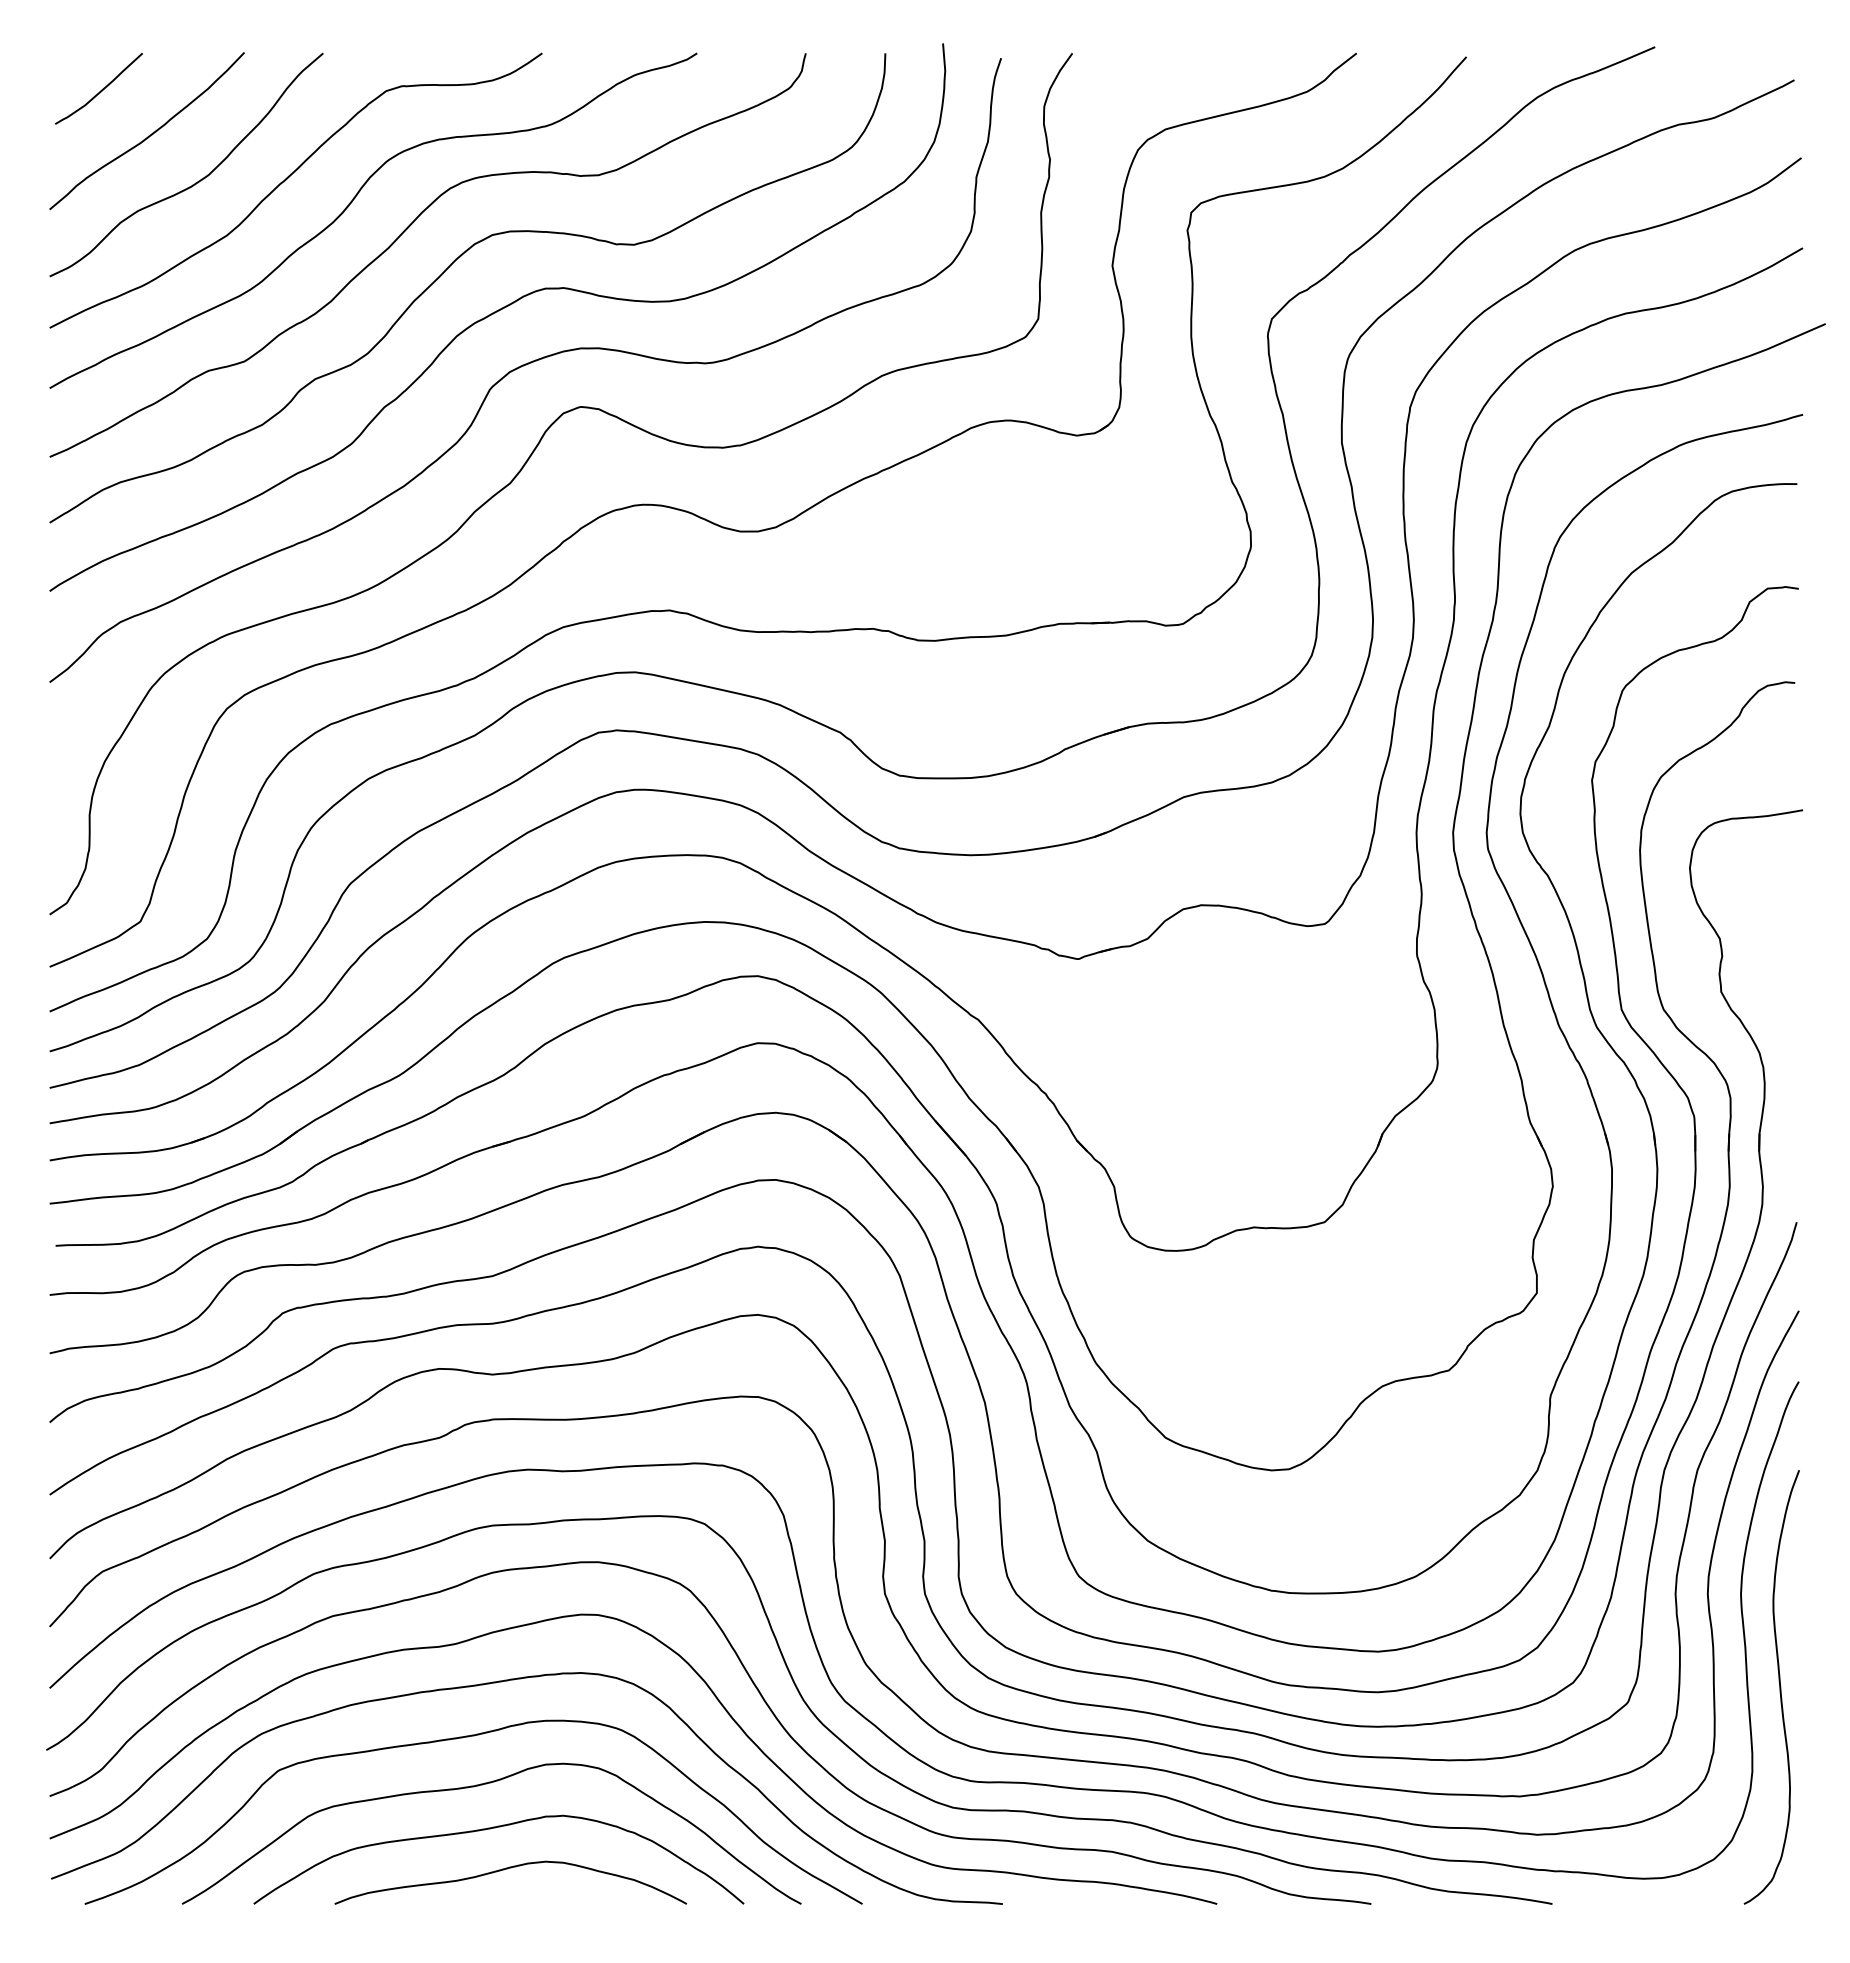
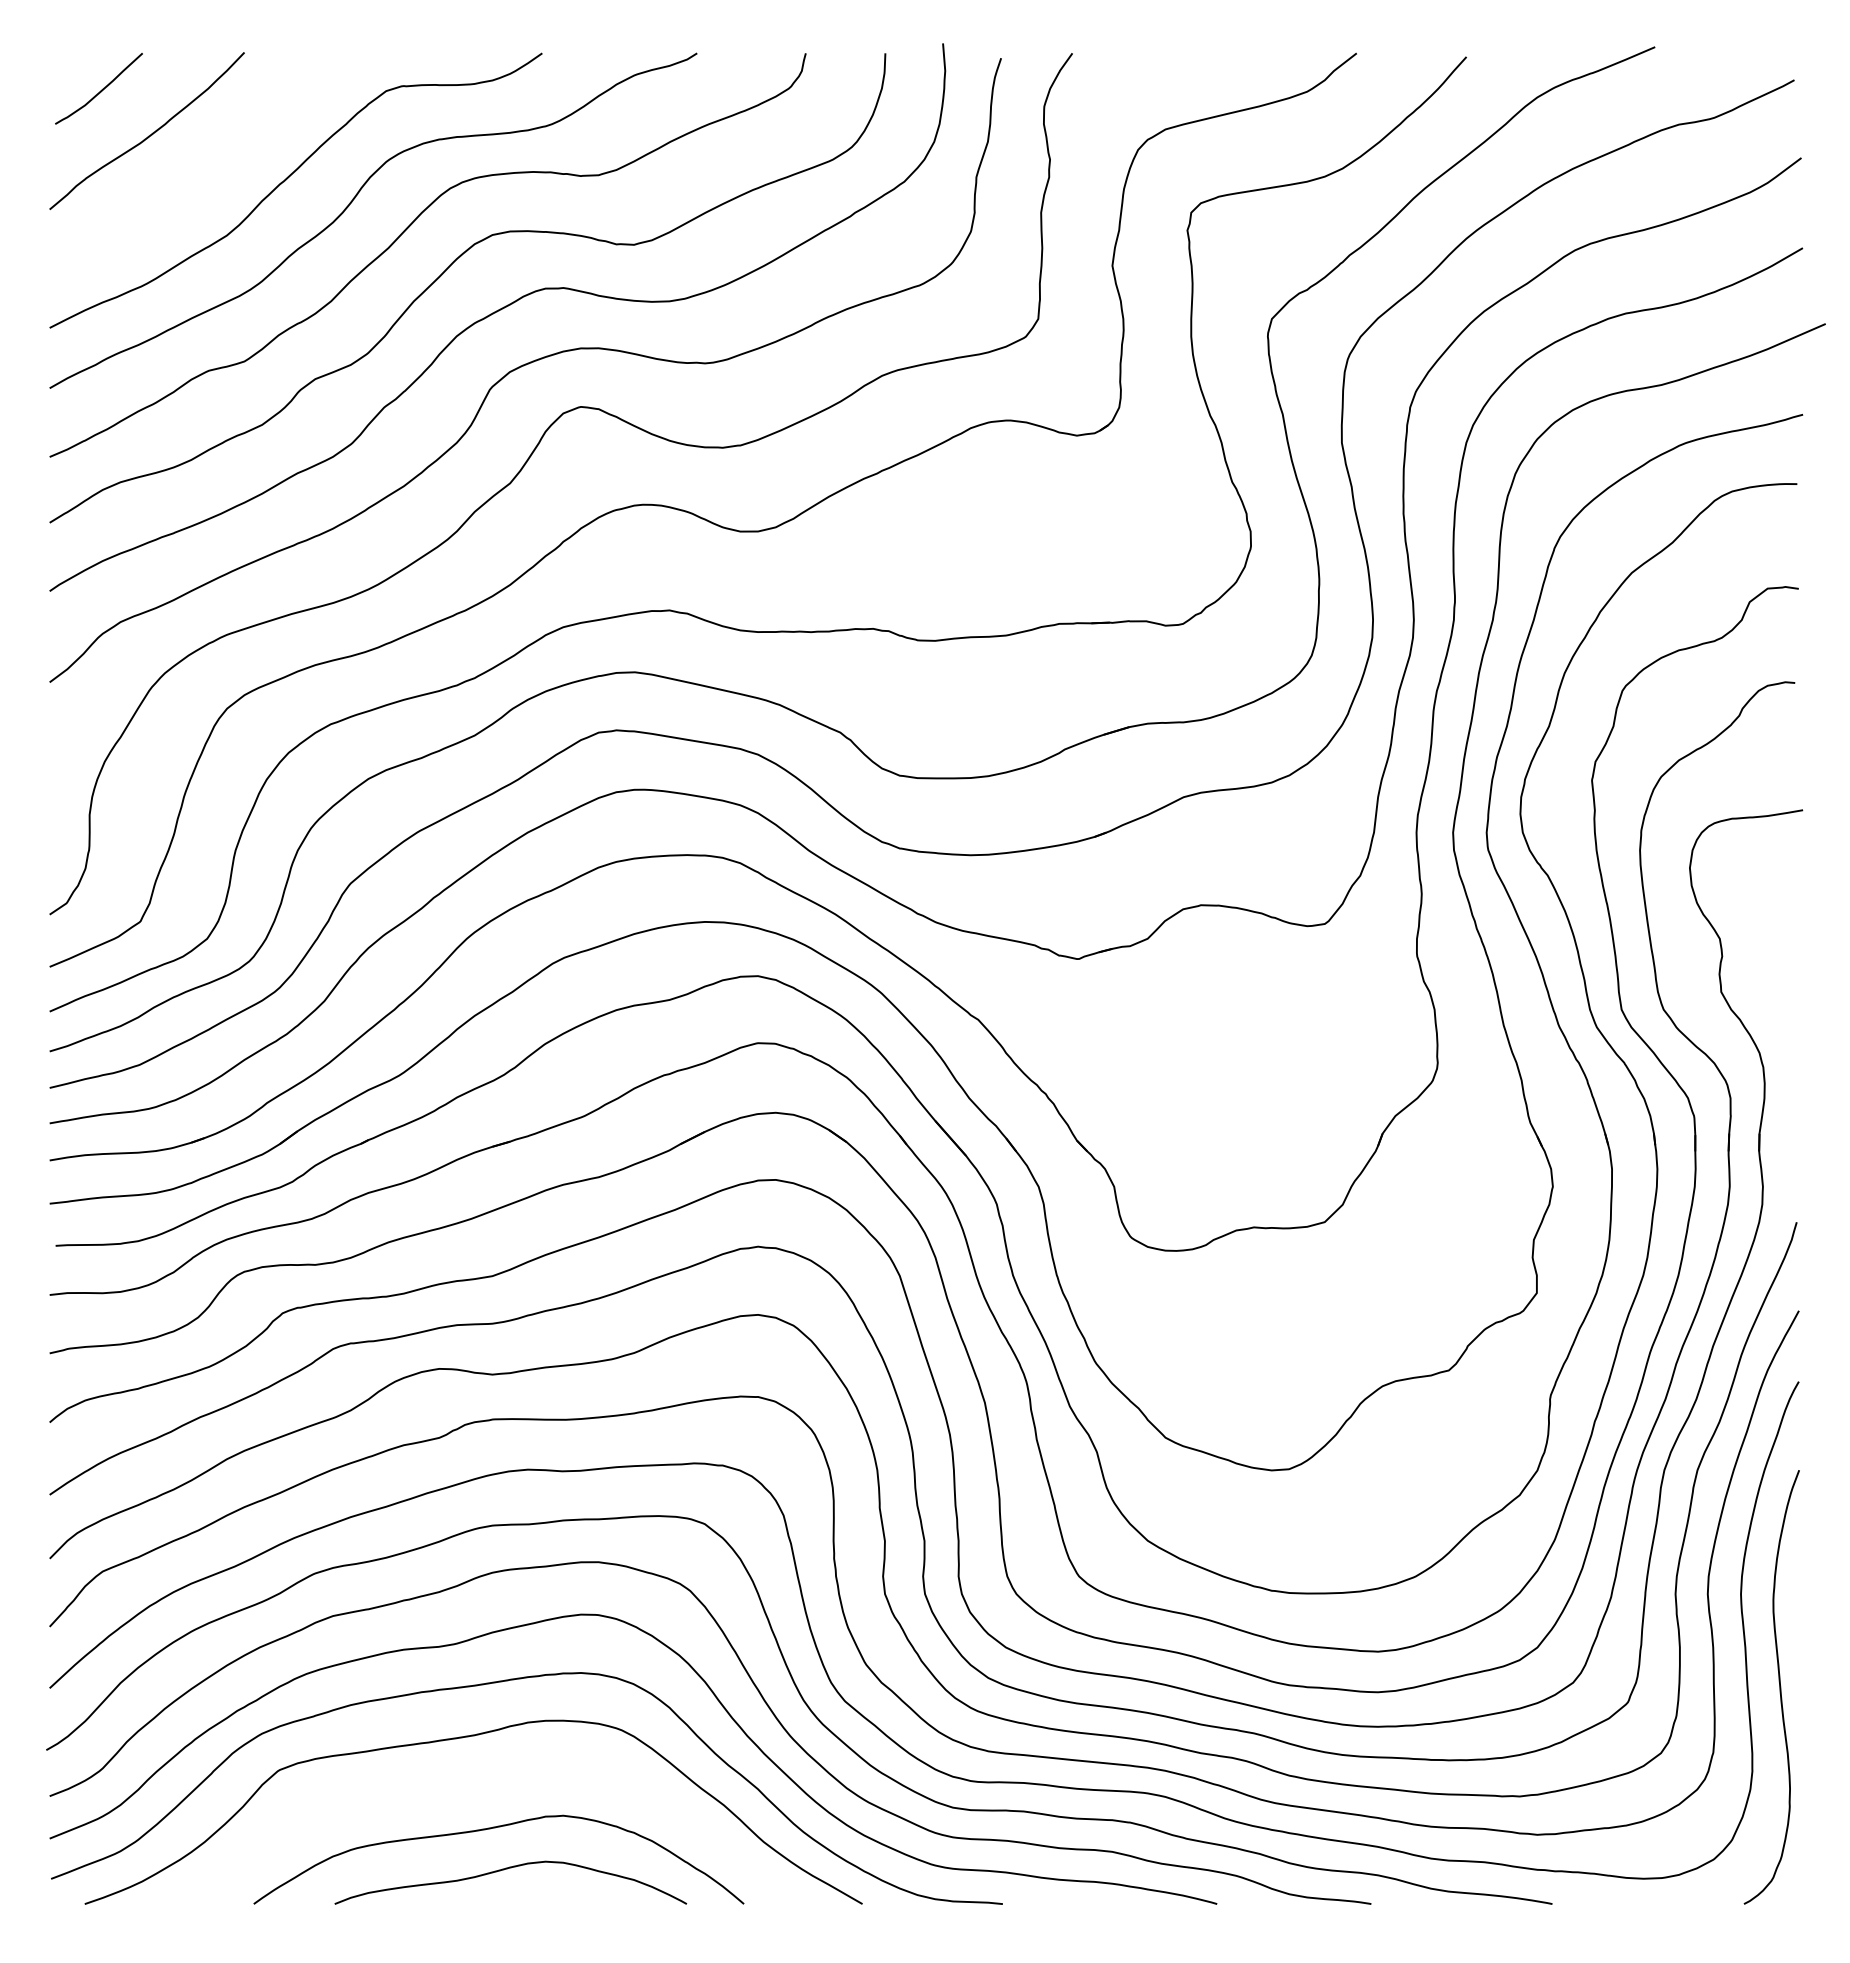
curve at (198, 180): present -> none
curve at (478, 1786): present -> none
